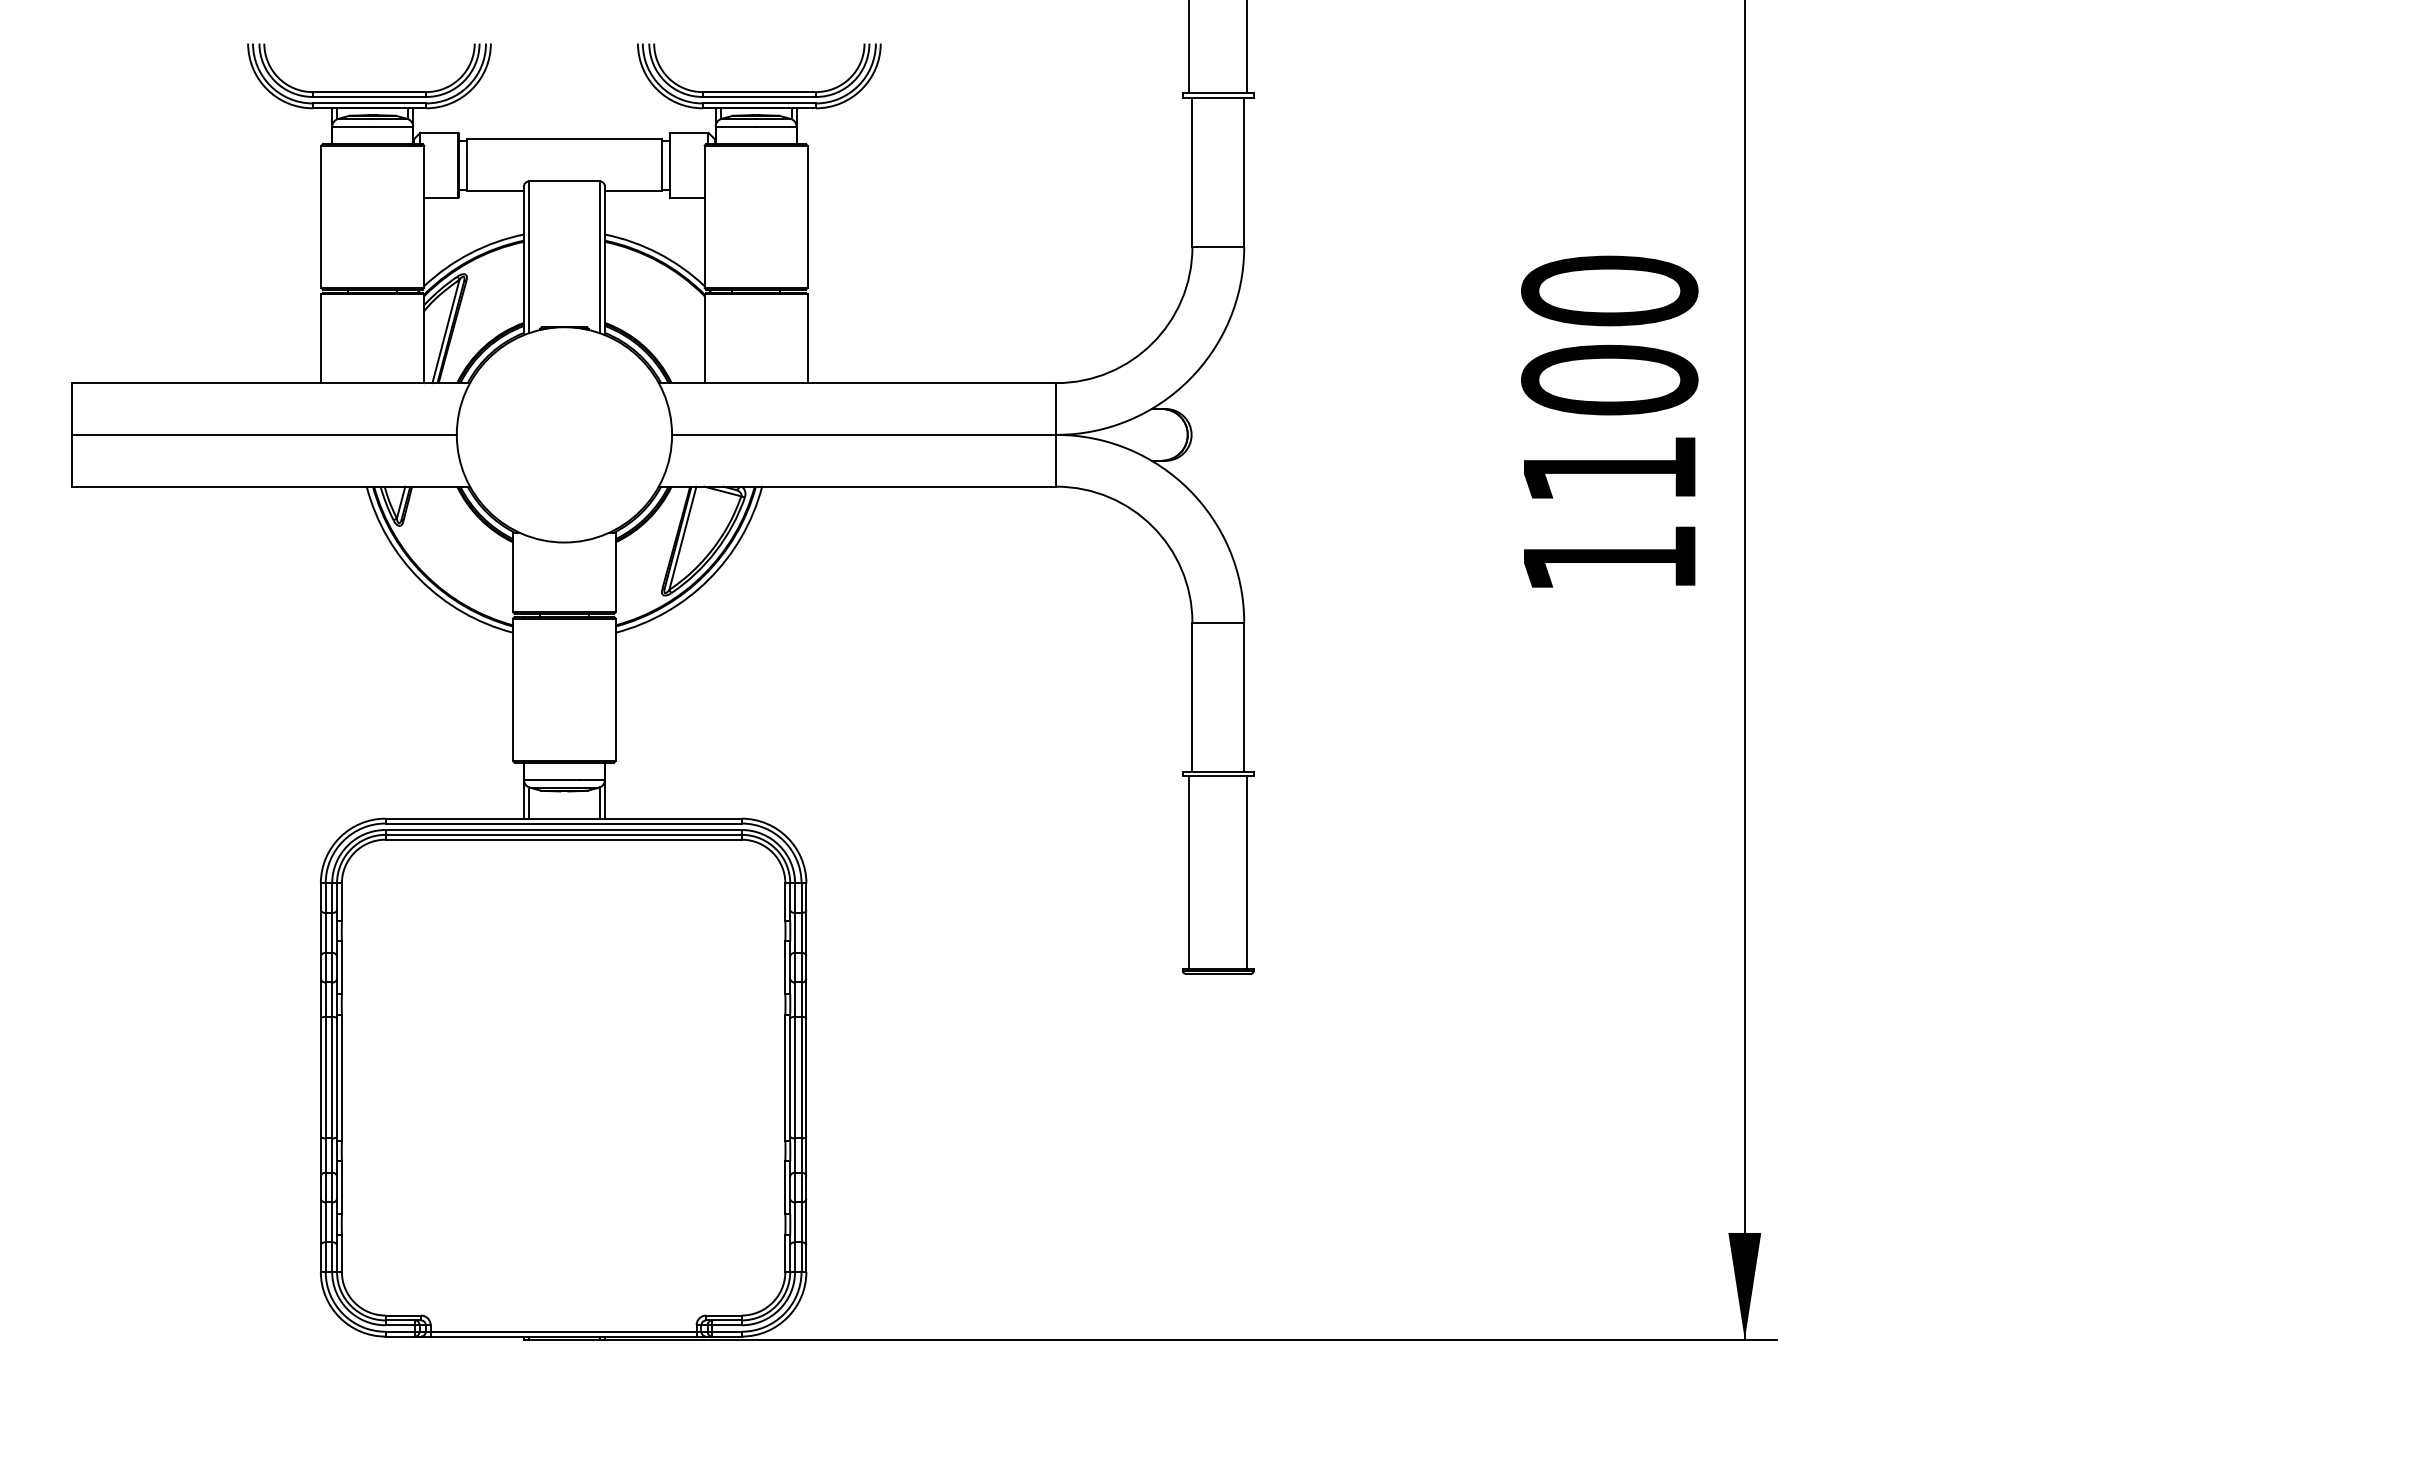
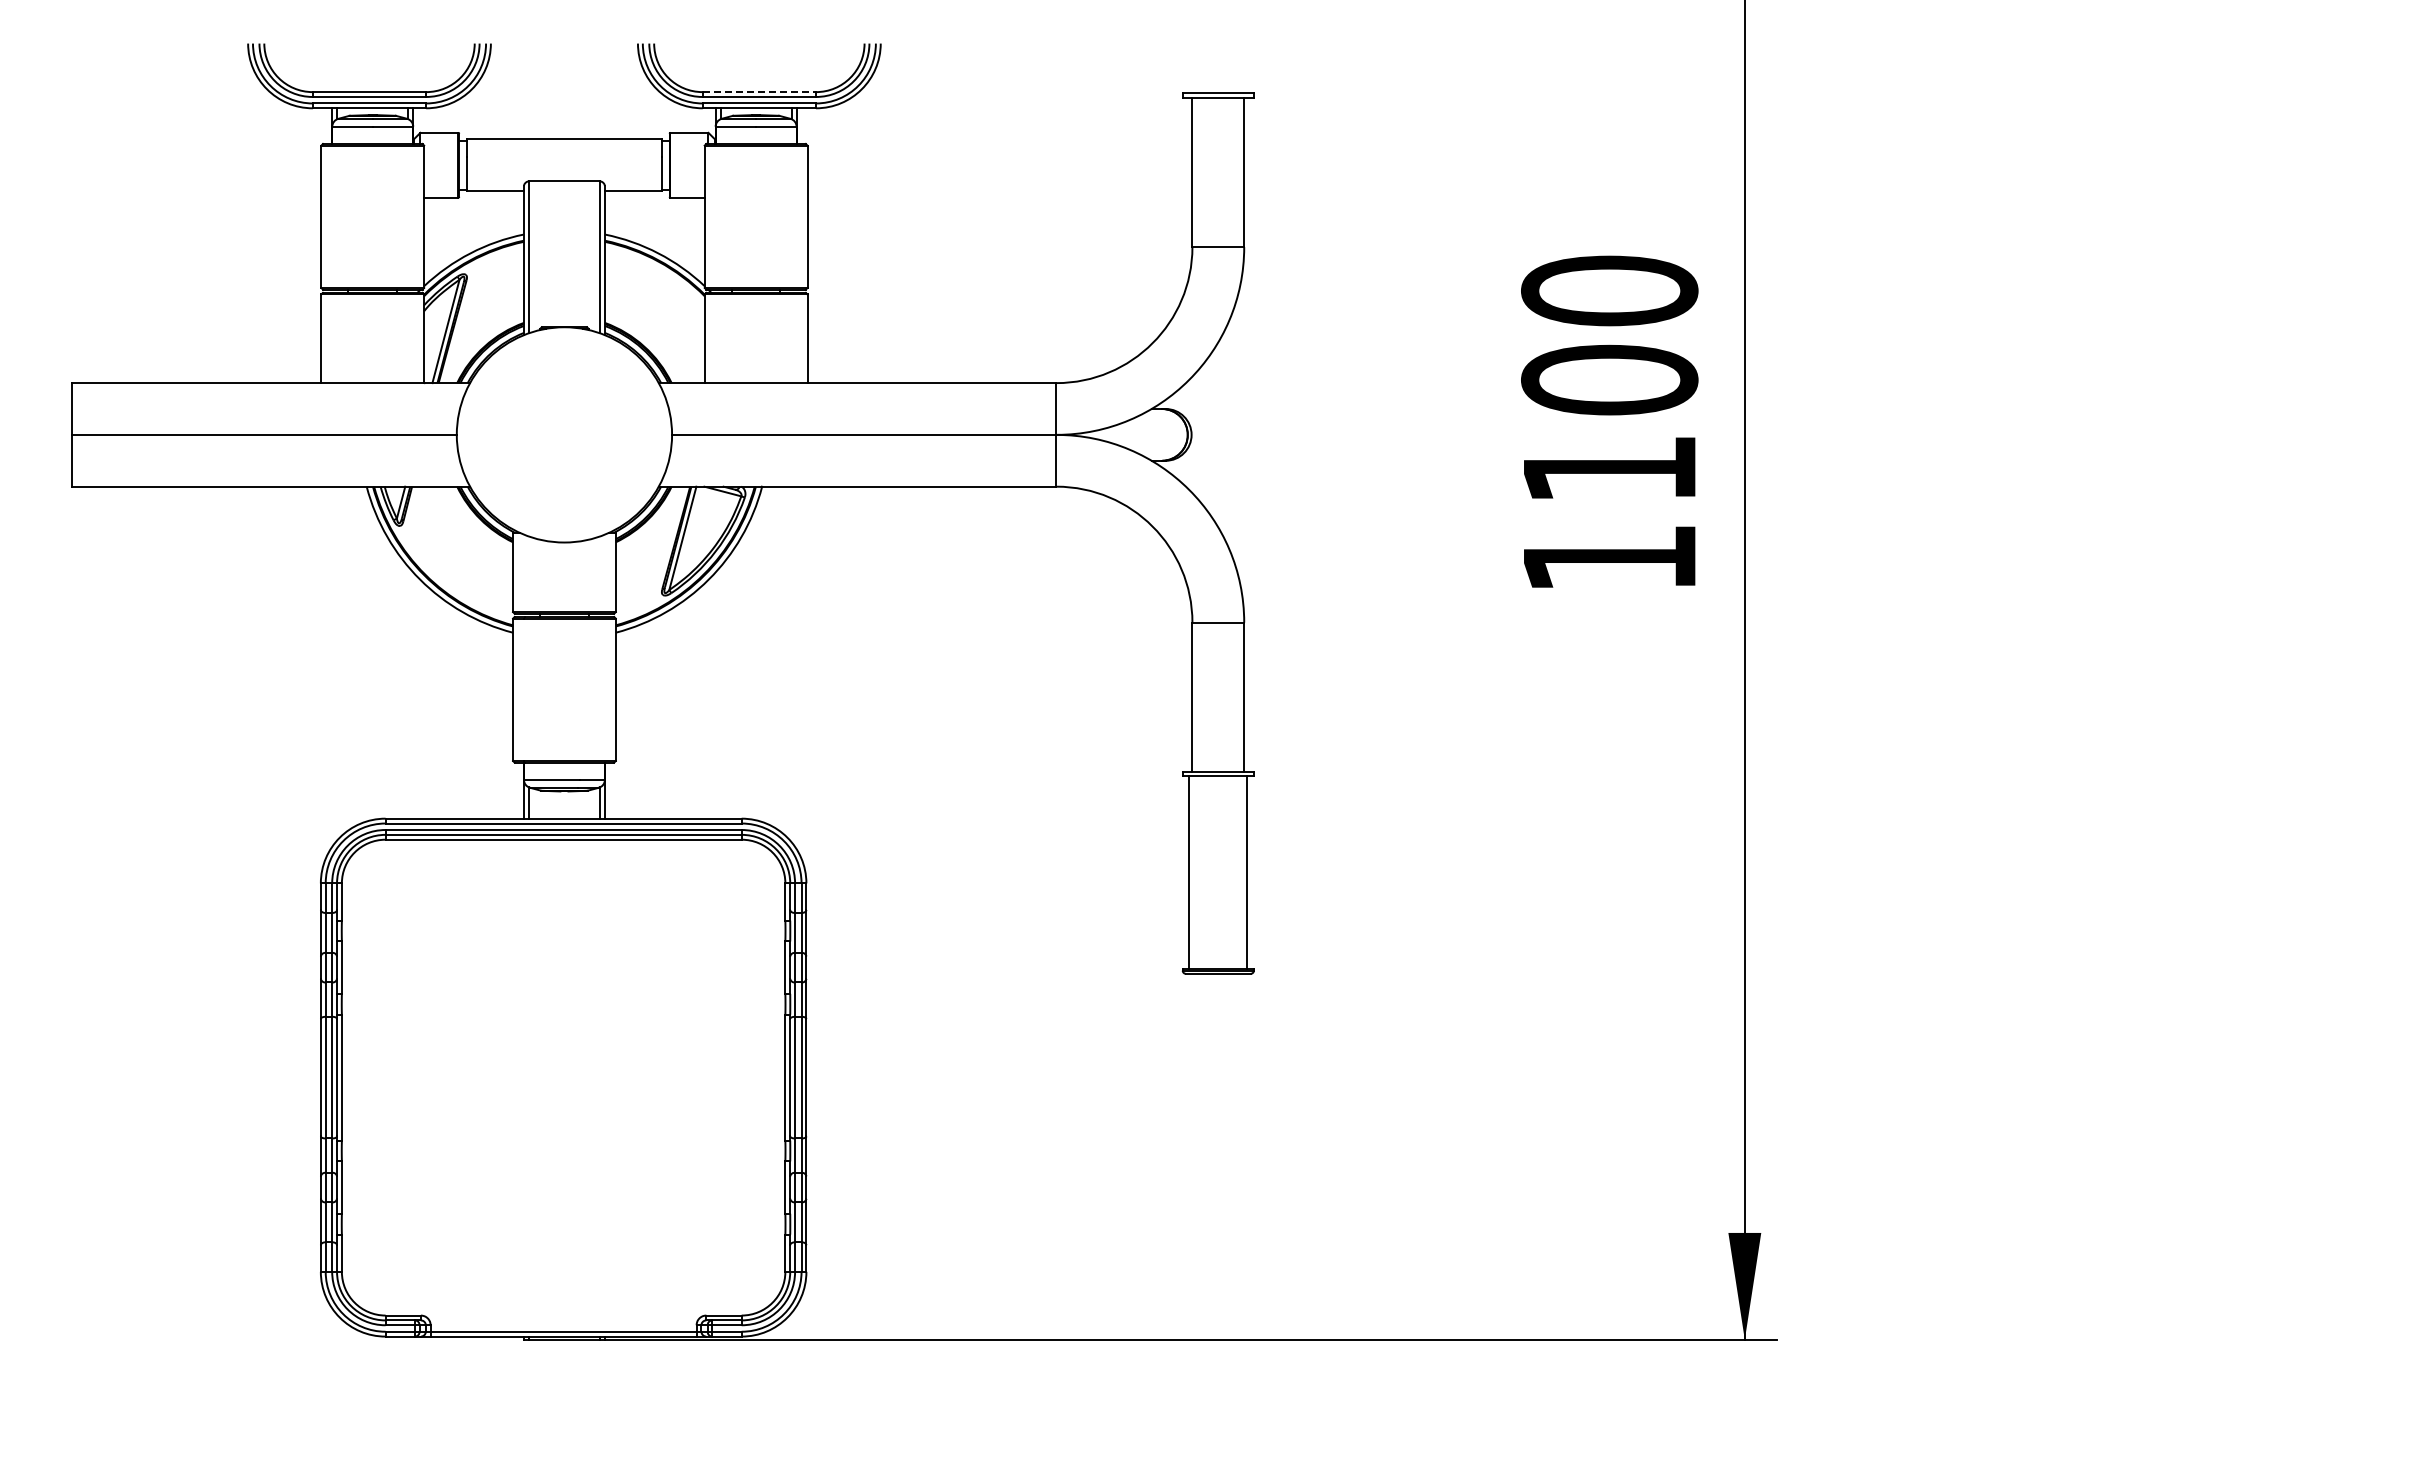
line at (1189, 47): present -> none
line at (1247, 47): present -> none
line at (759, 92): solid -> dashed
